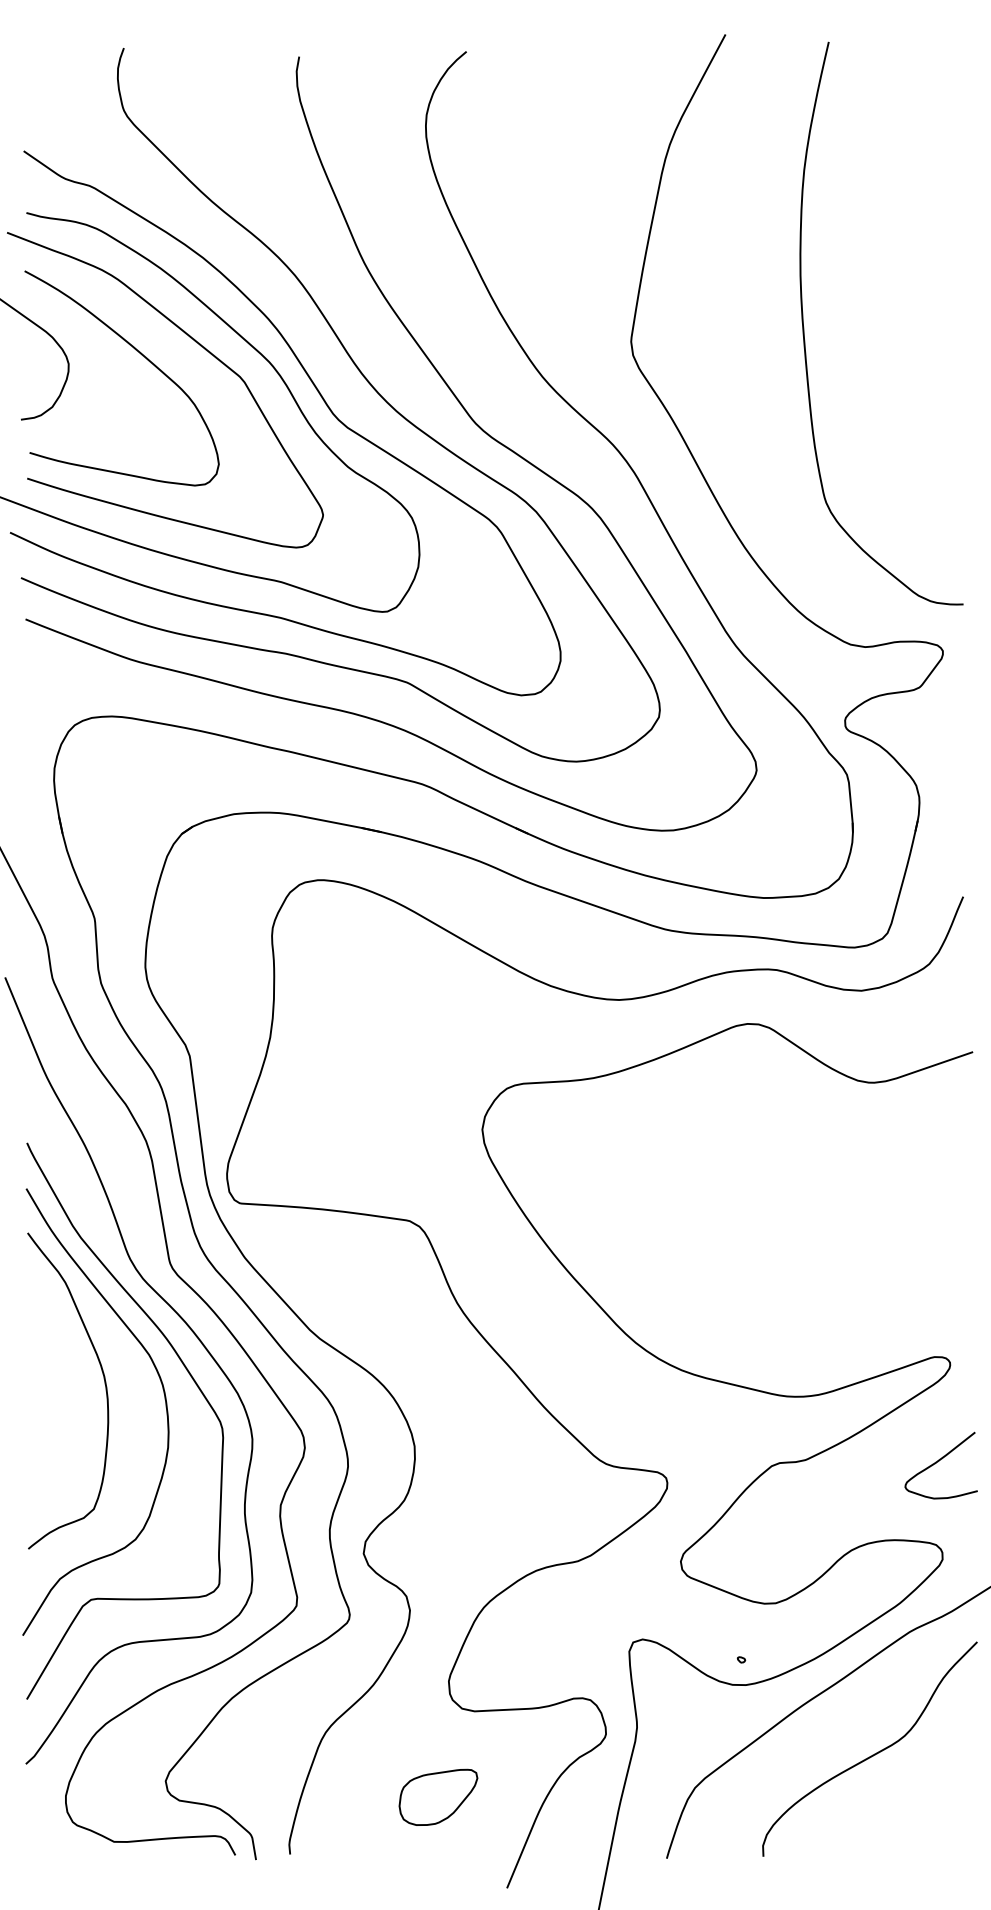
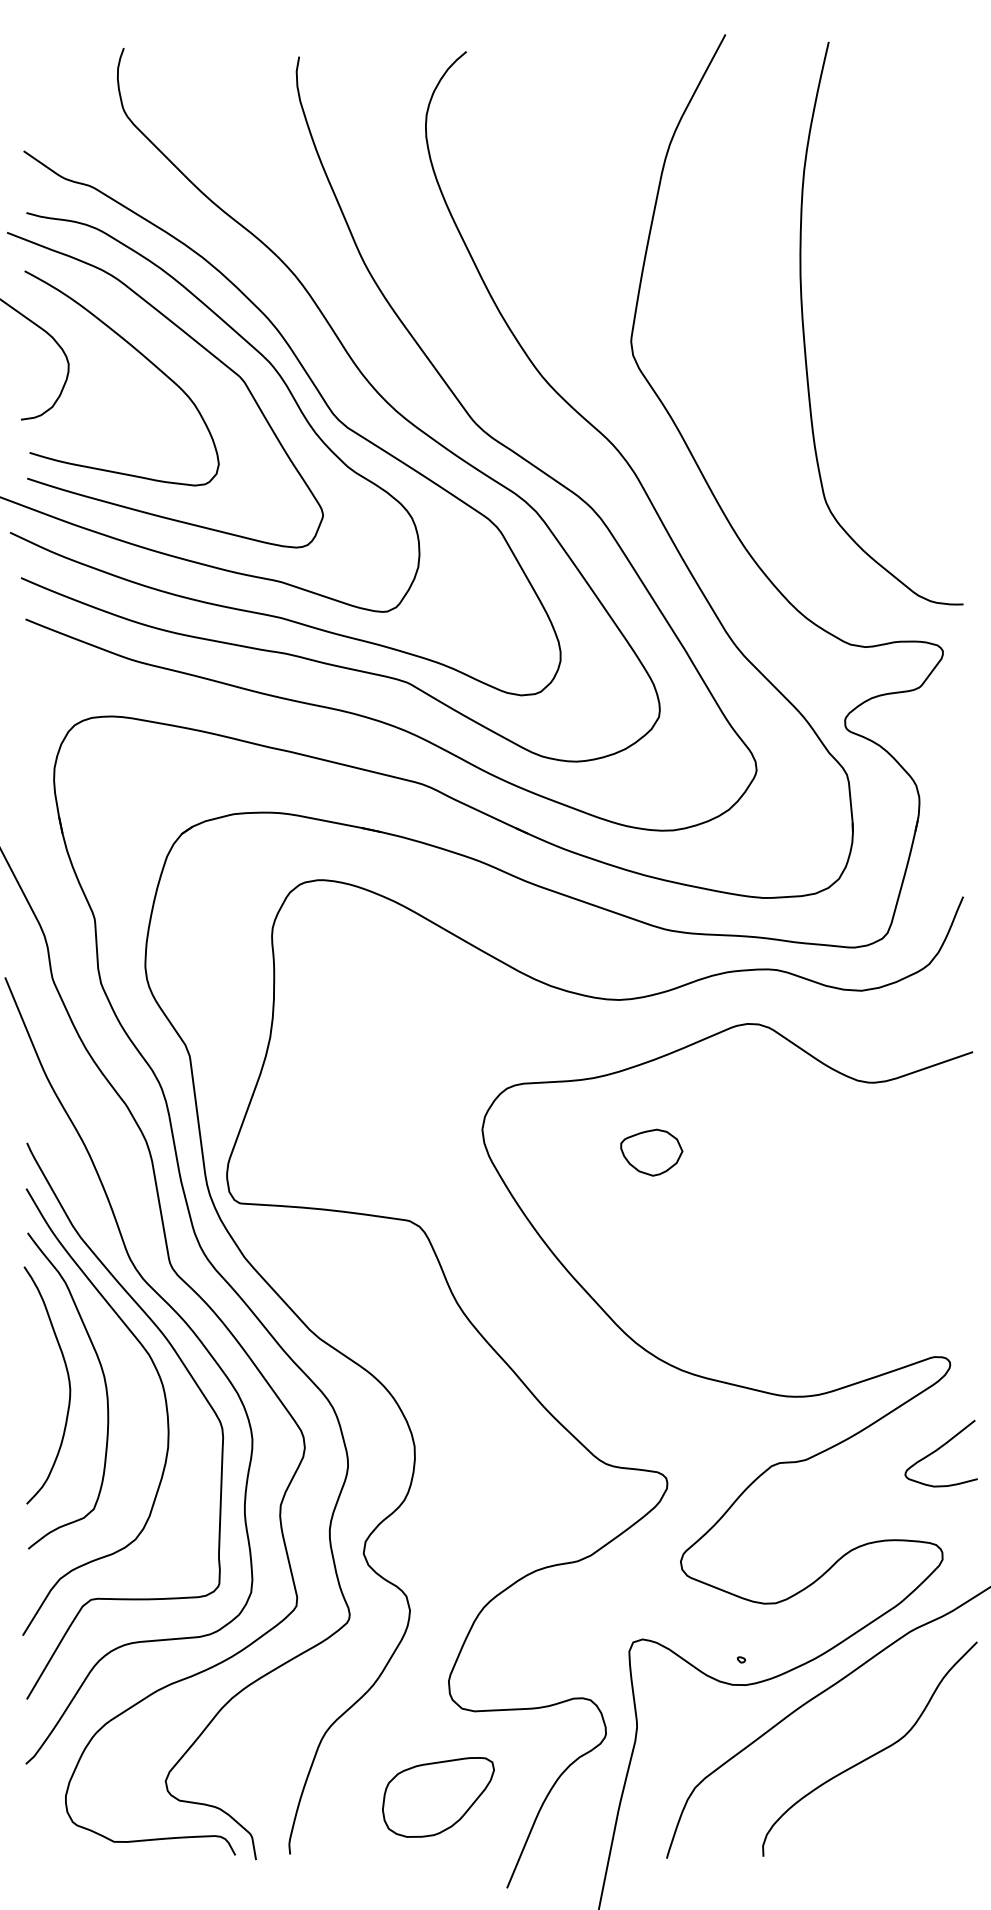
part at (651, 1152): none -> present
curve at (68, 1384): none -> present
curve at (938, 1462) position: (938, 1462) -> (938, 1450)
part at (438, 1796) size: 81x58 px -> 113x81 px
